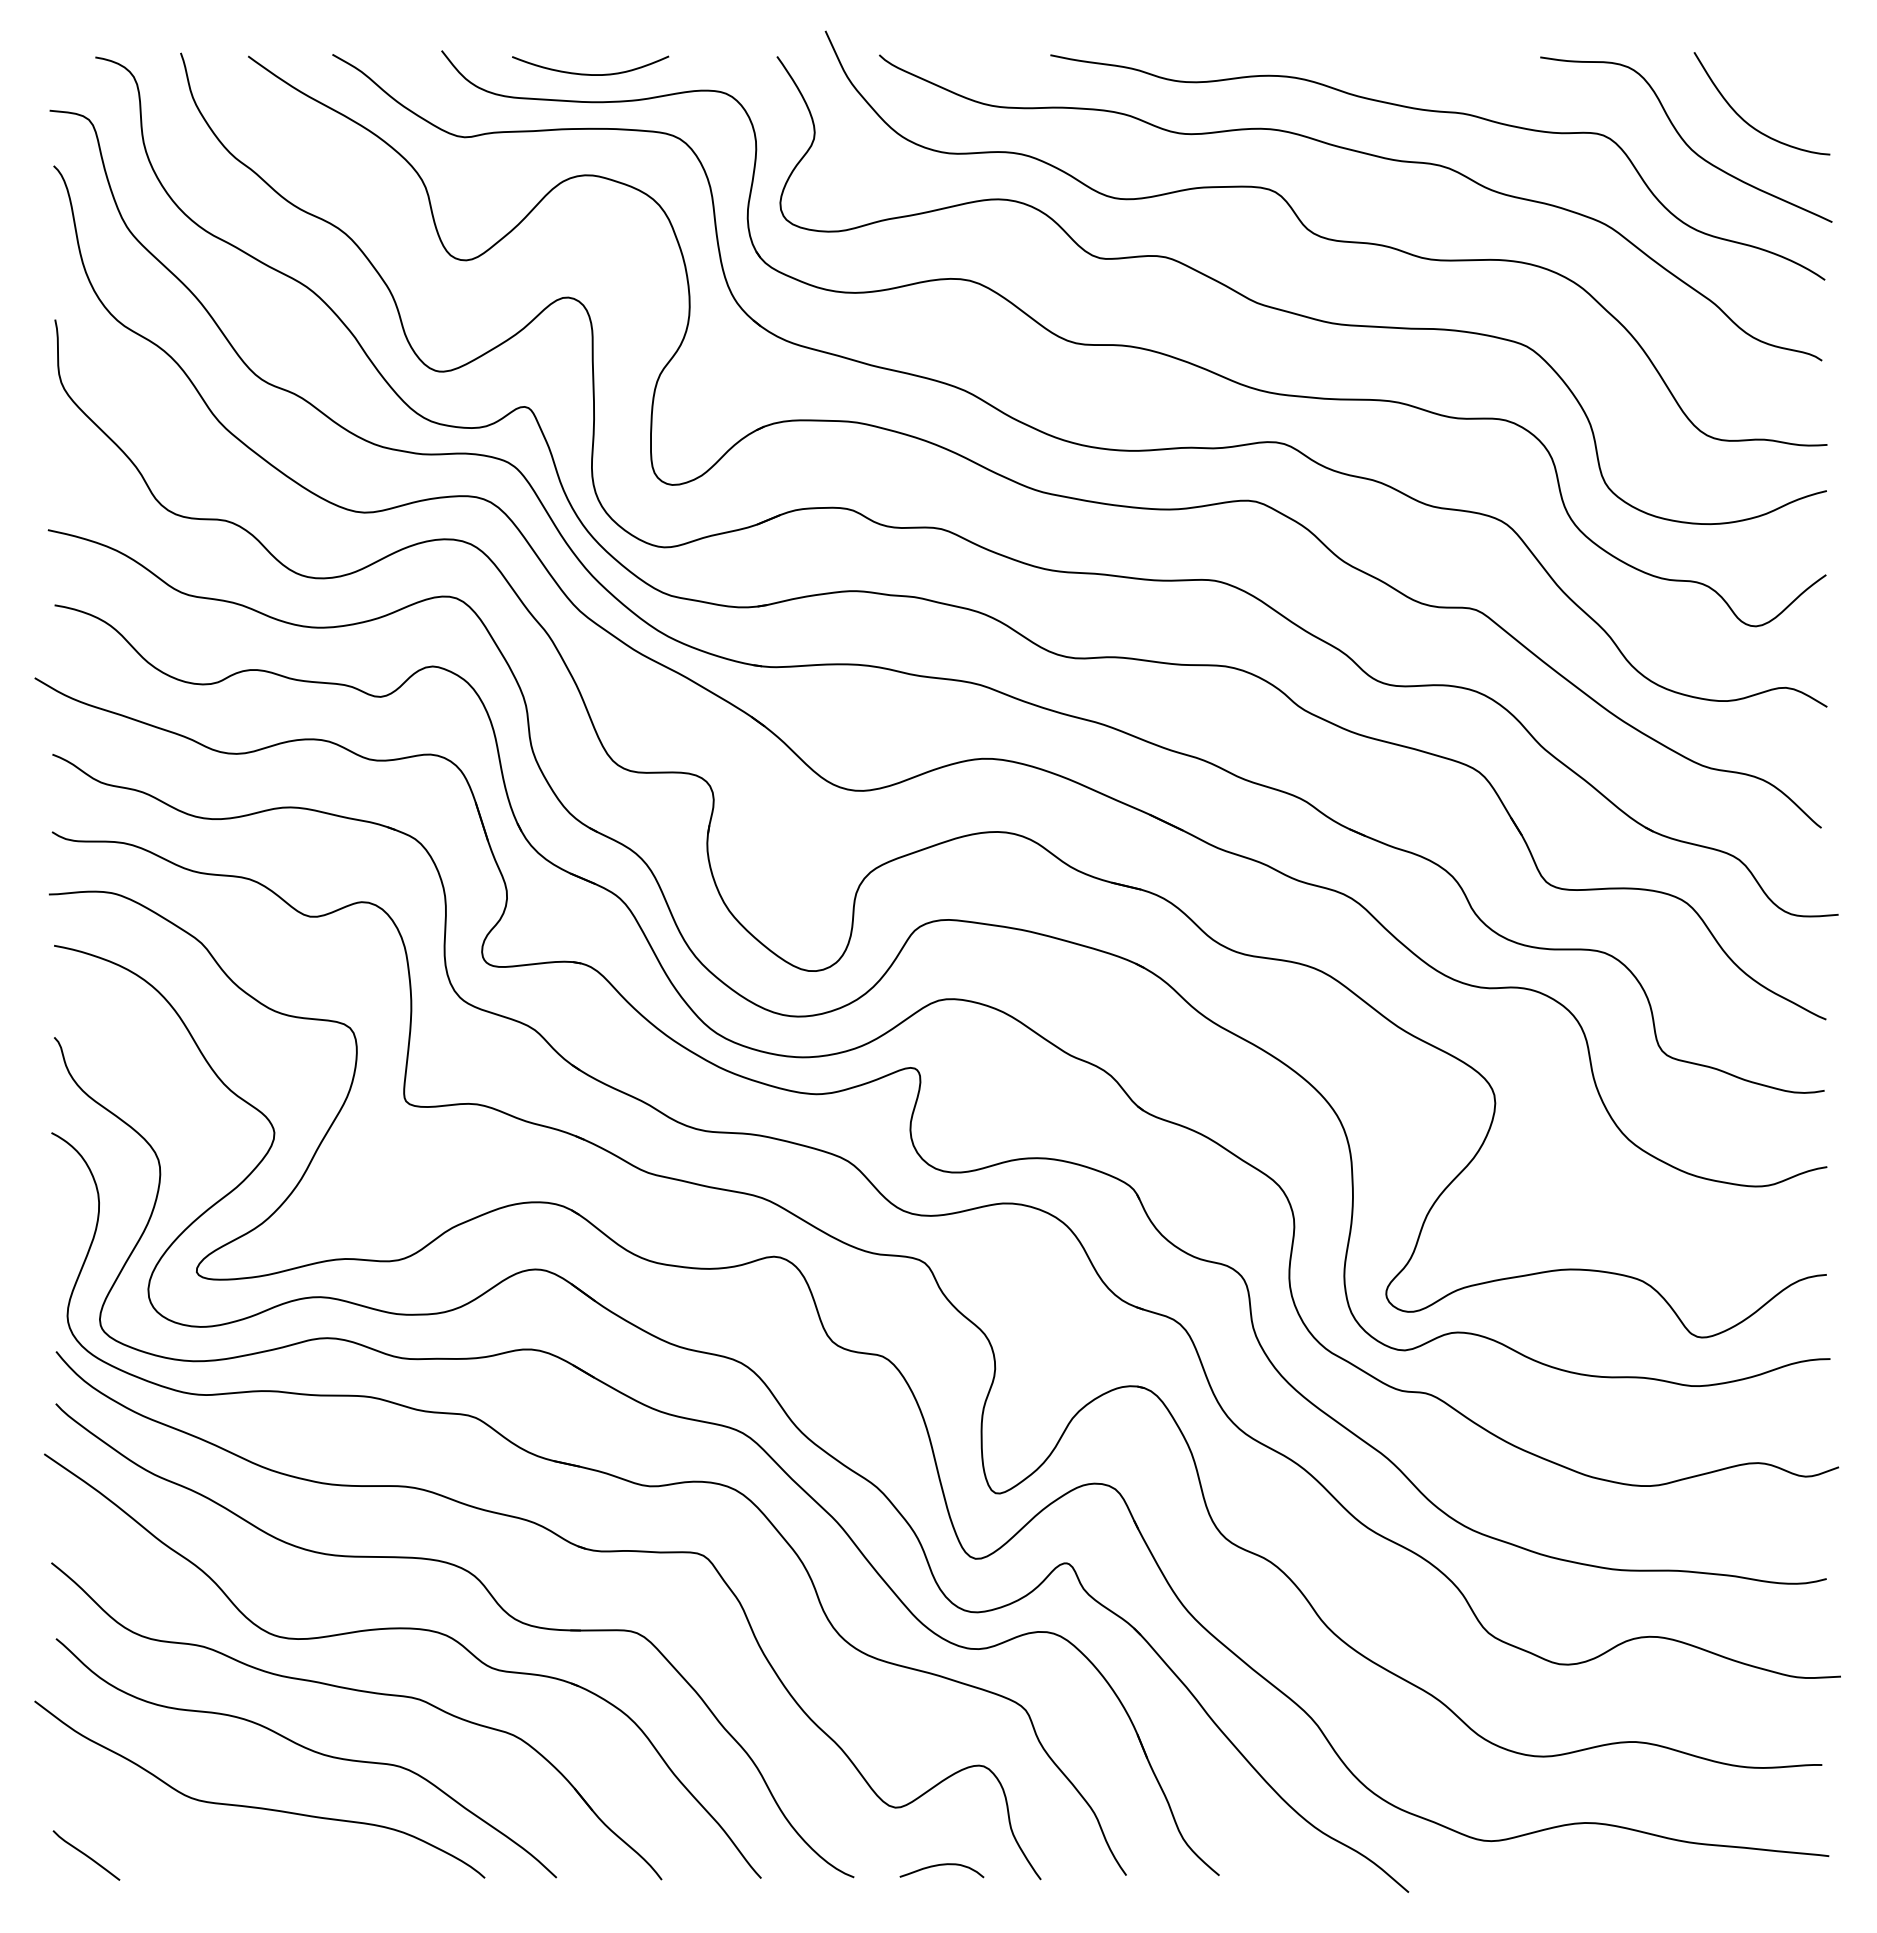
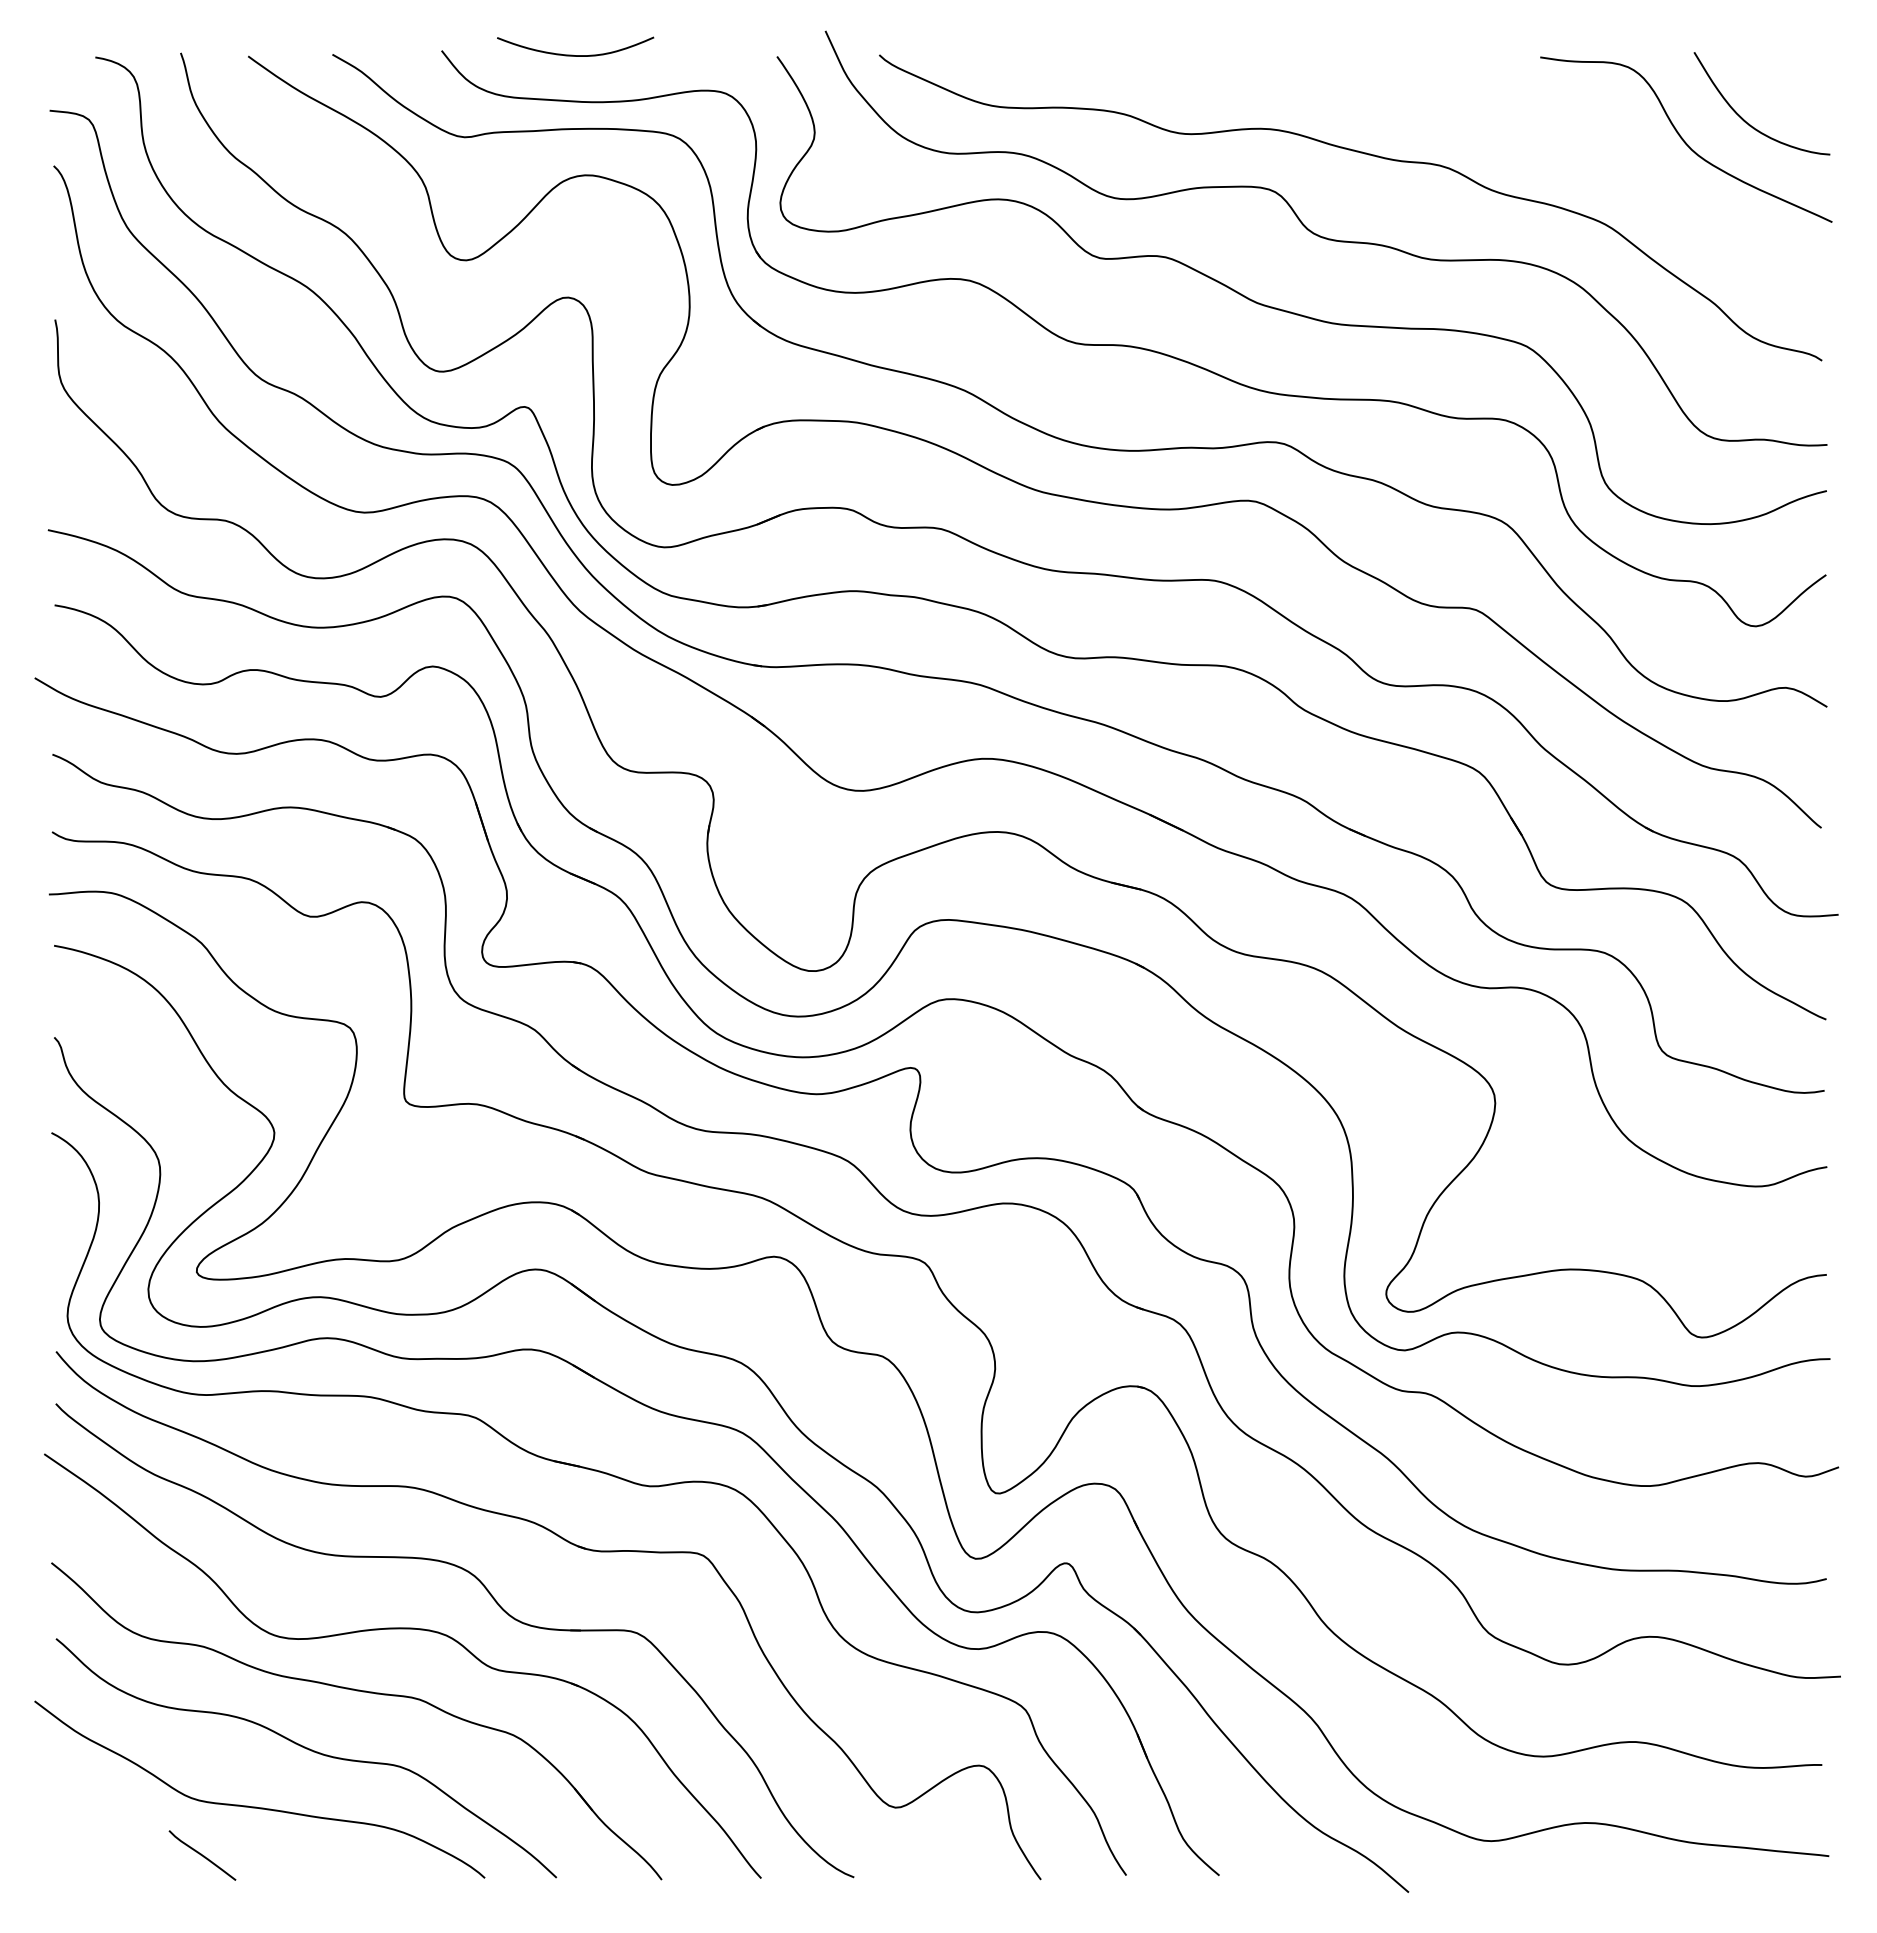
curve at (587, 73) position: (587, 73) -> (572, 54)
curve at (1447, 113): present -> none
curve at (86, 1855) position: (86, 1855) -> (202, 1855)
curve at (941, 1865): present -> none
